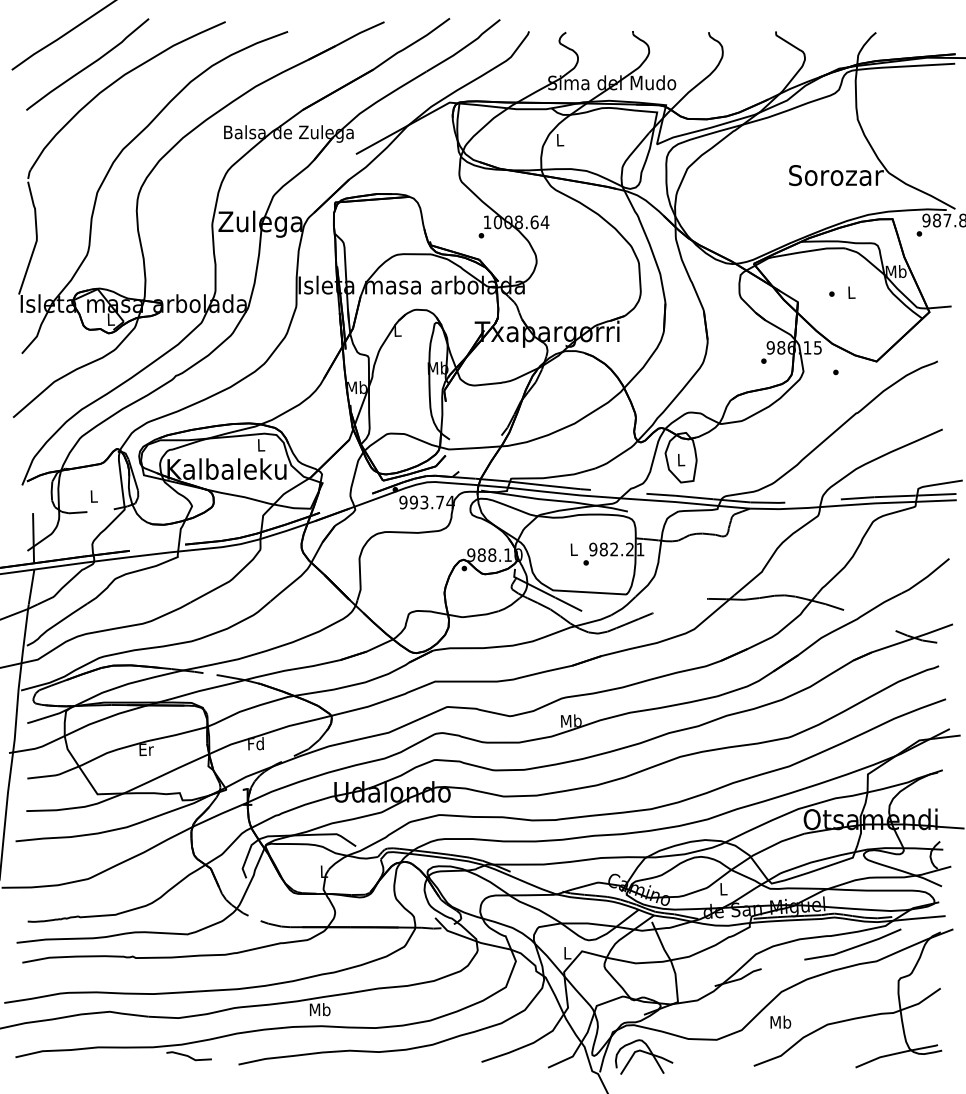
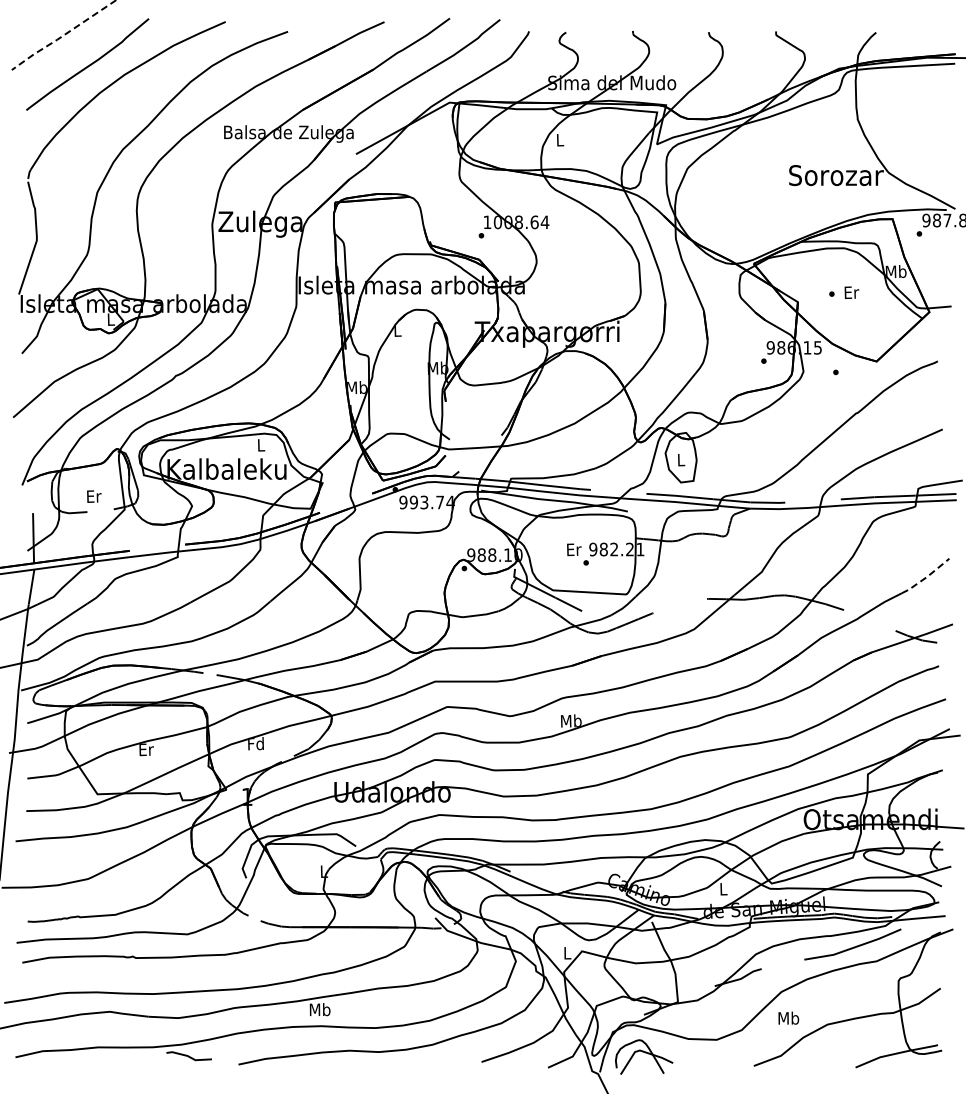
line at (63, 35): solid -> dashed
text at (851, 292): L -> Er
text at (94, 496): L -> Er
text at (574, 549): L -> Er
line at (926, 577): solid -> dashed
text at (780, 1021) position: (780, 1021) -> (788, 1017)
